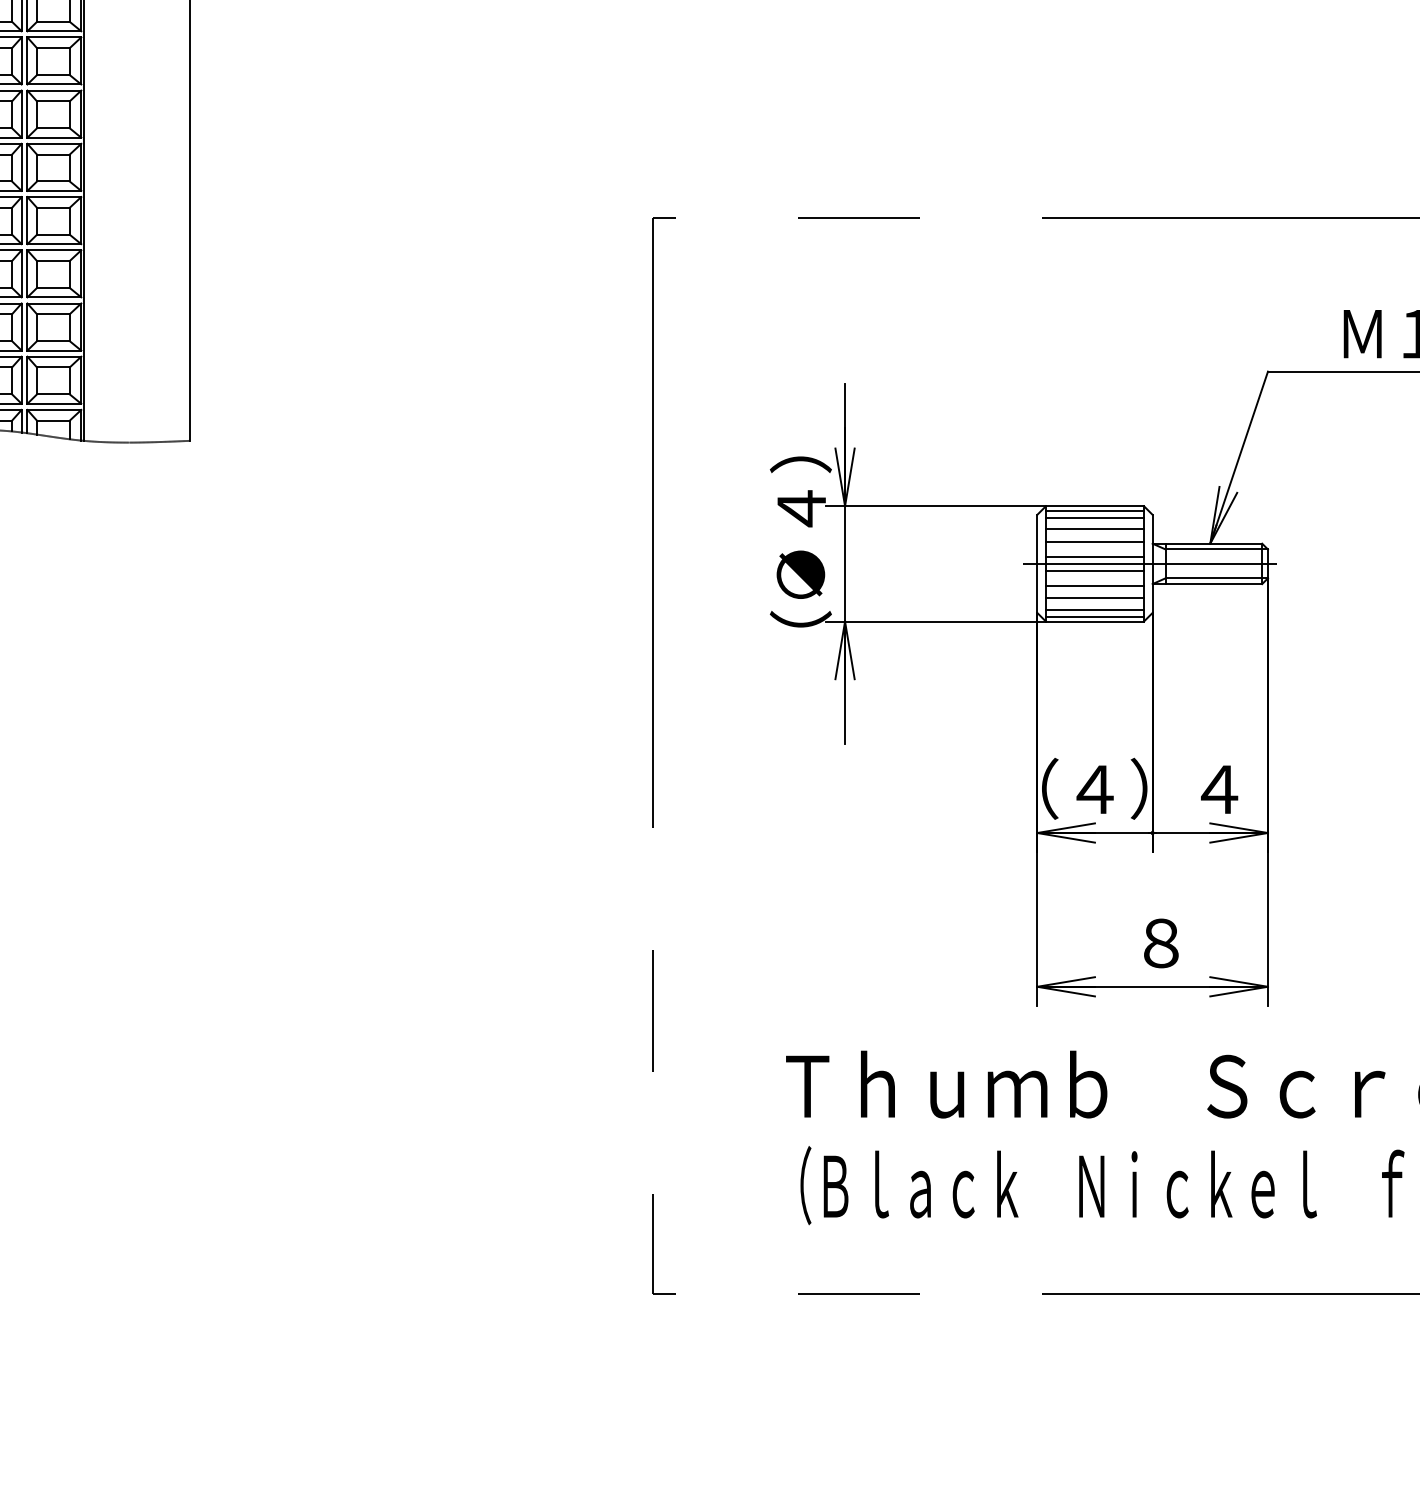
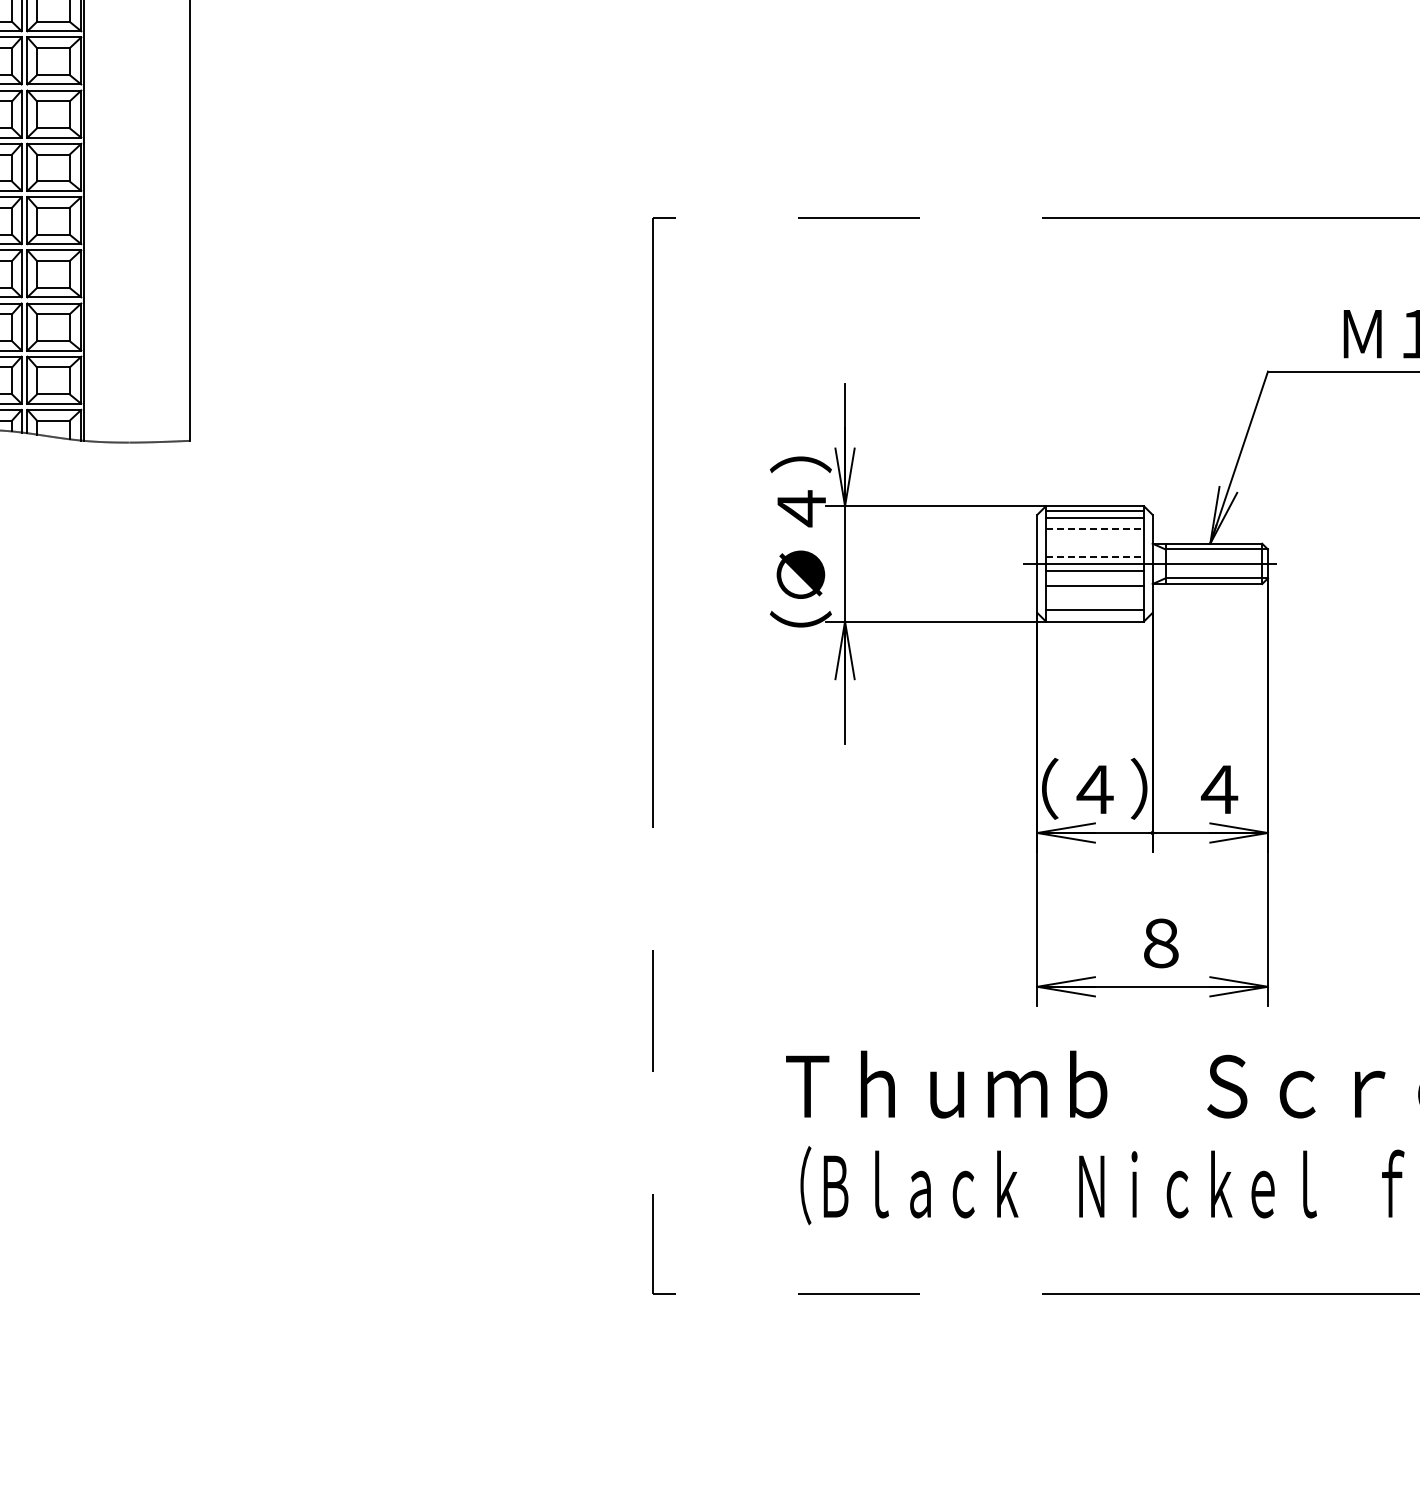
line at (1095, 529): solid -> dashed
line at (1094, 542): present -> none
line at (1095, 556): solid -> dashed
line at (1094, 598): present -> none
line at (1094, 617): present -> none
